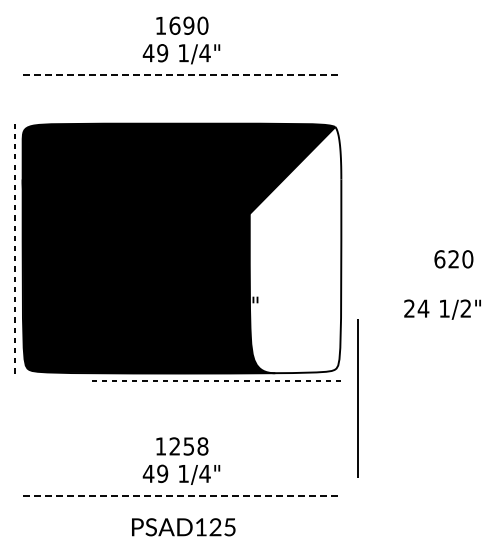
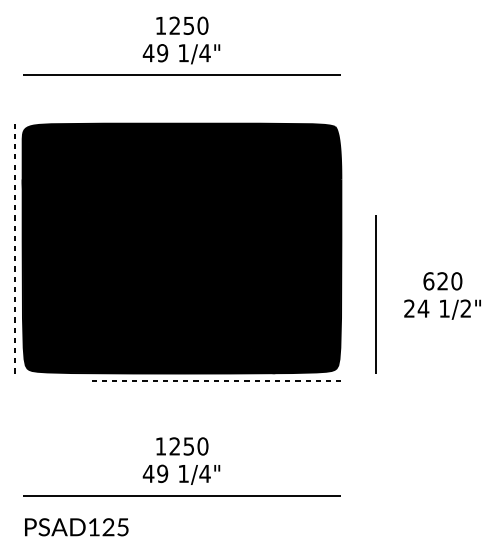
text at (181, 25): 1690 -> 1250
line at (182, 75): dashed -> solid
fill at (295, 250): none -> present
text at (453, 259) position: (453, 259) -> (442, 281)
line at (357, 398) position: (357, 398) -> (375, 294)
text at (202, 446): 1258 -> 1250
line at (182, 495): dashed -> solid
text at (183, 527) position: (183, 527) -> (76, 527)
